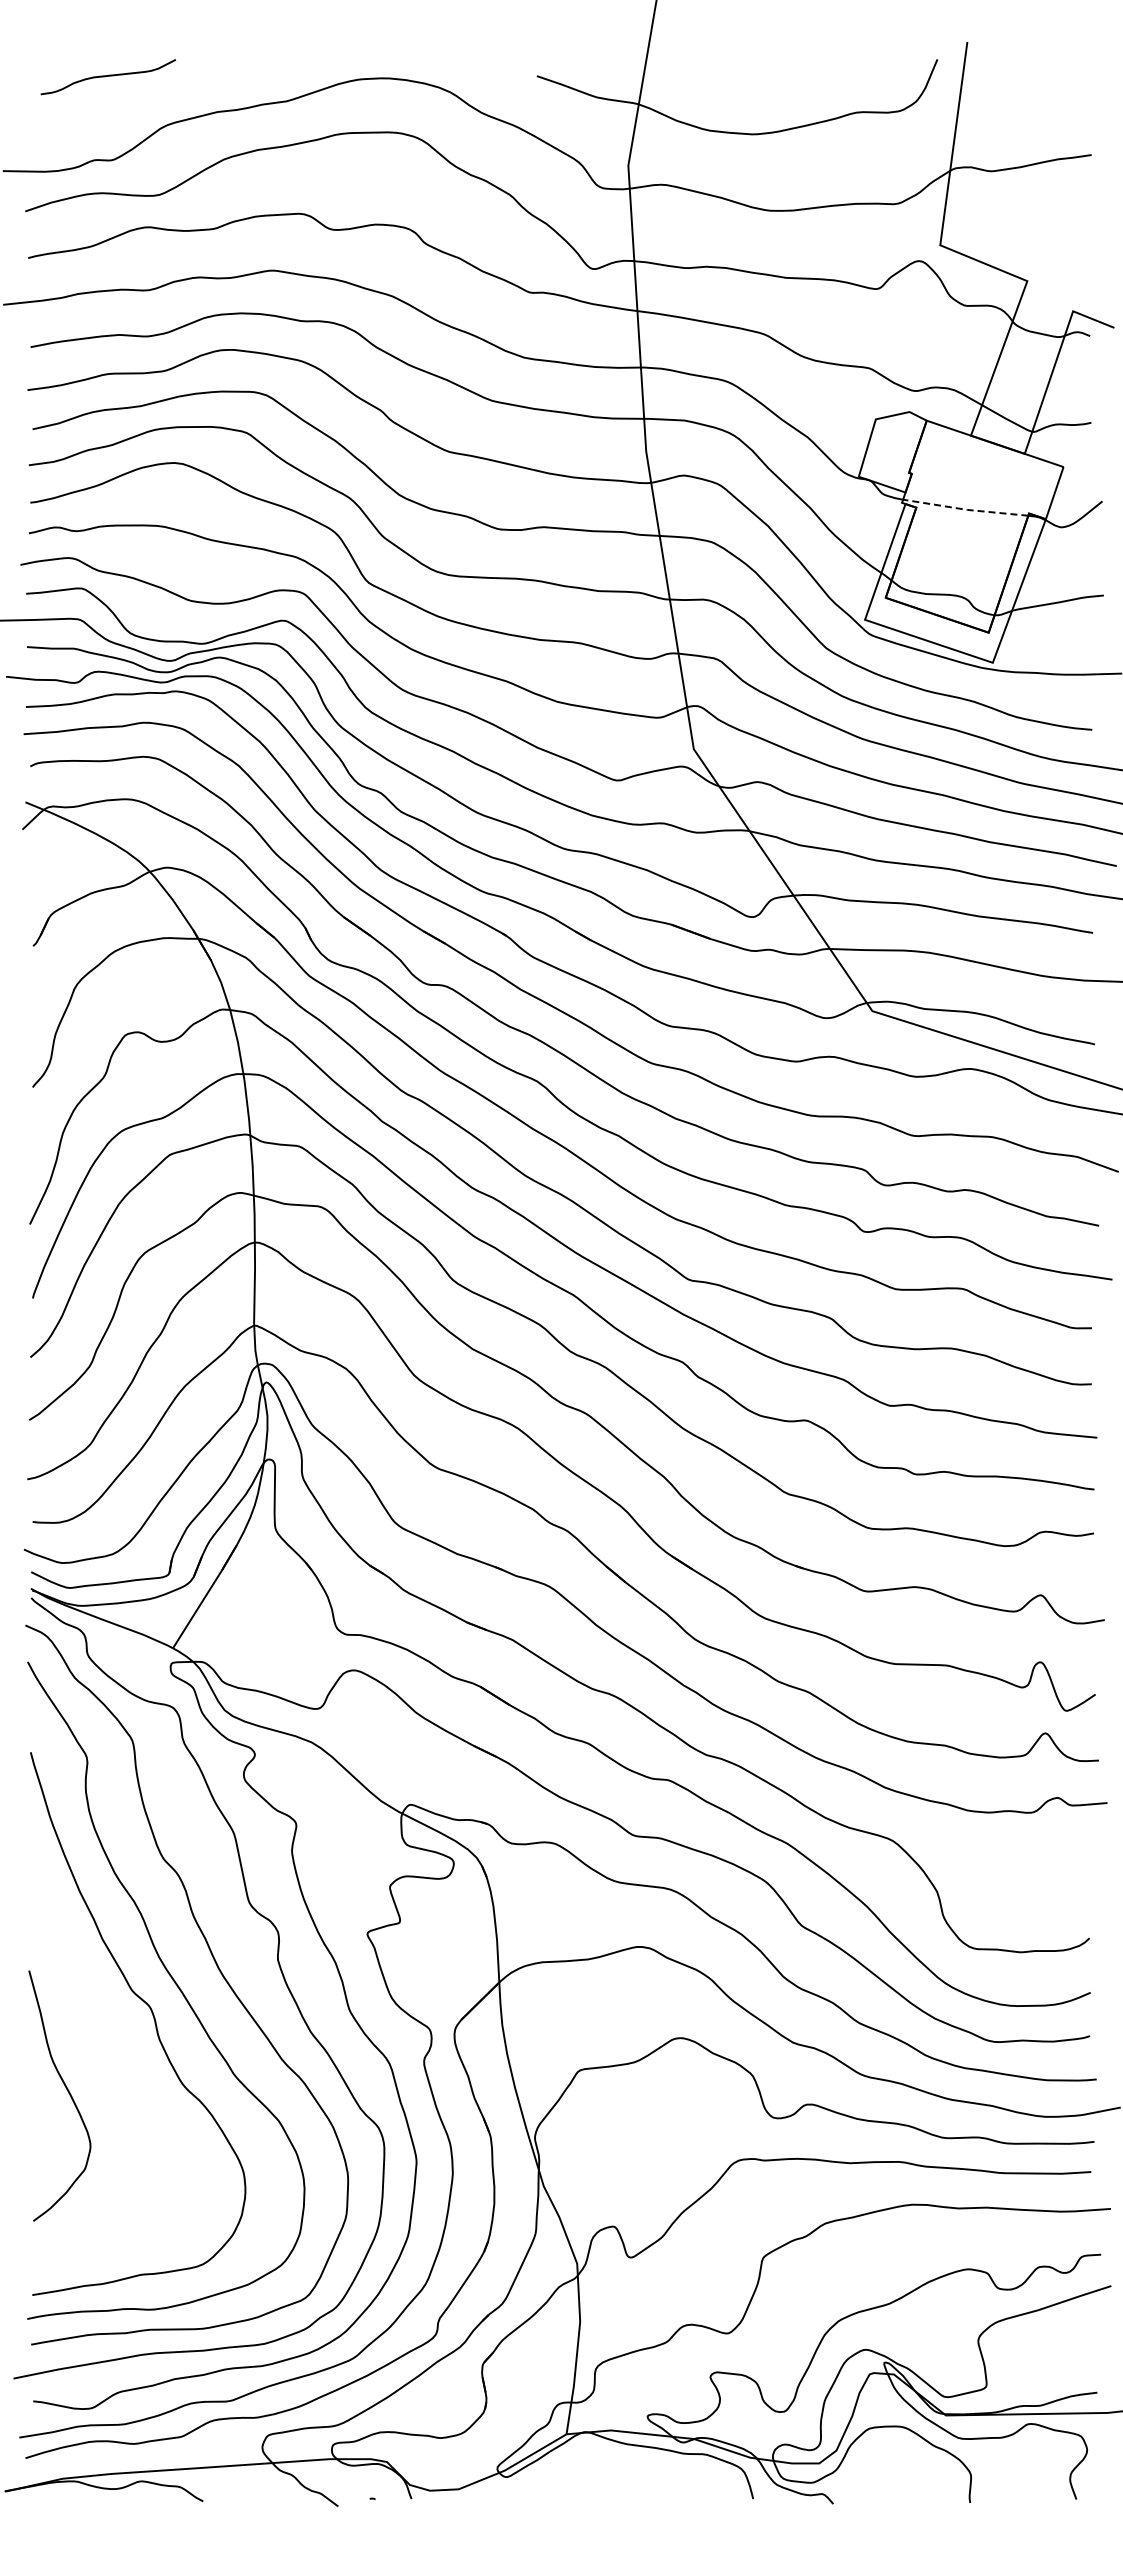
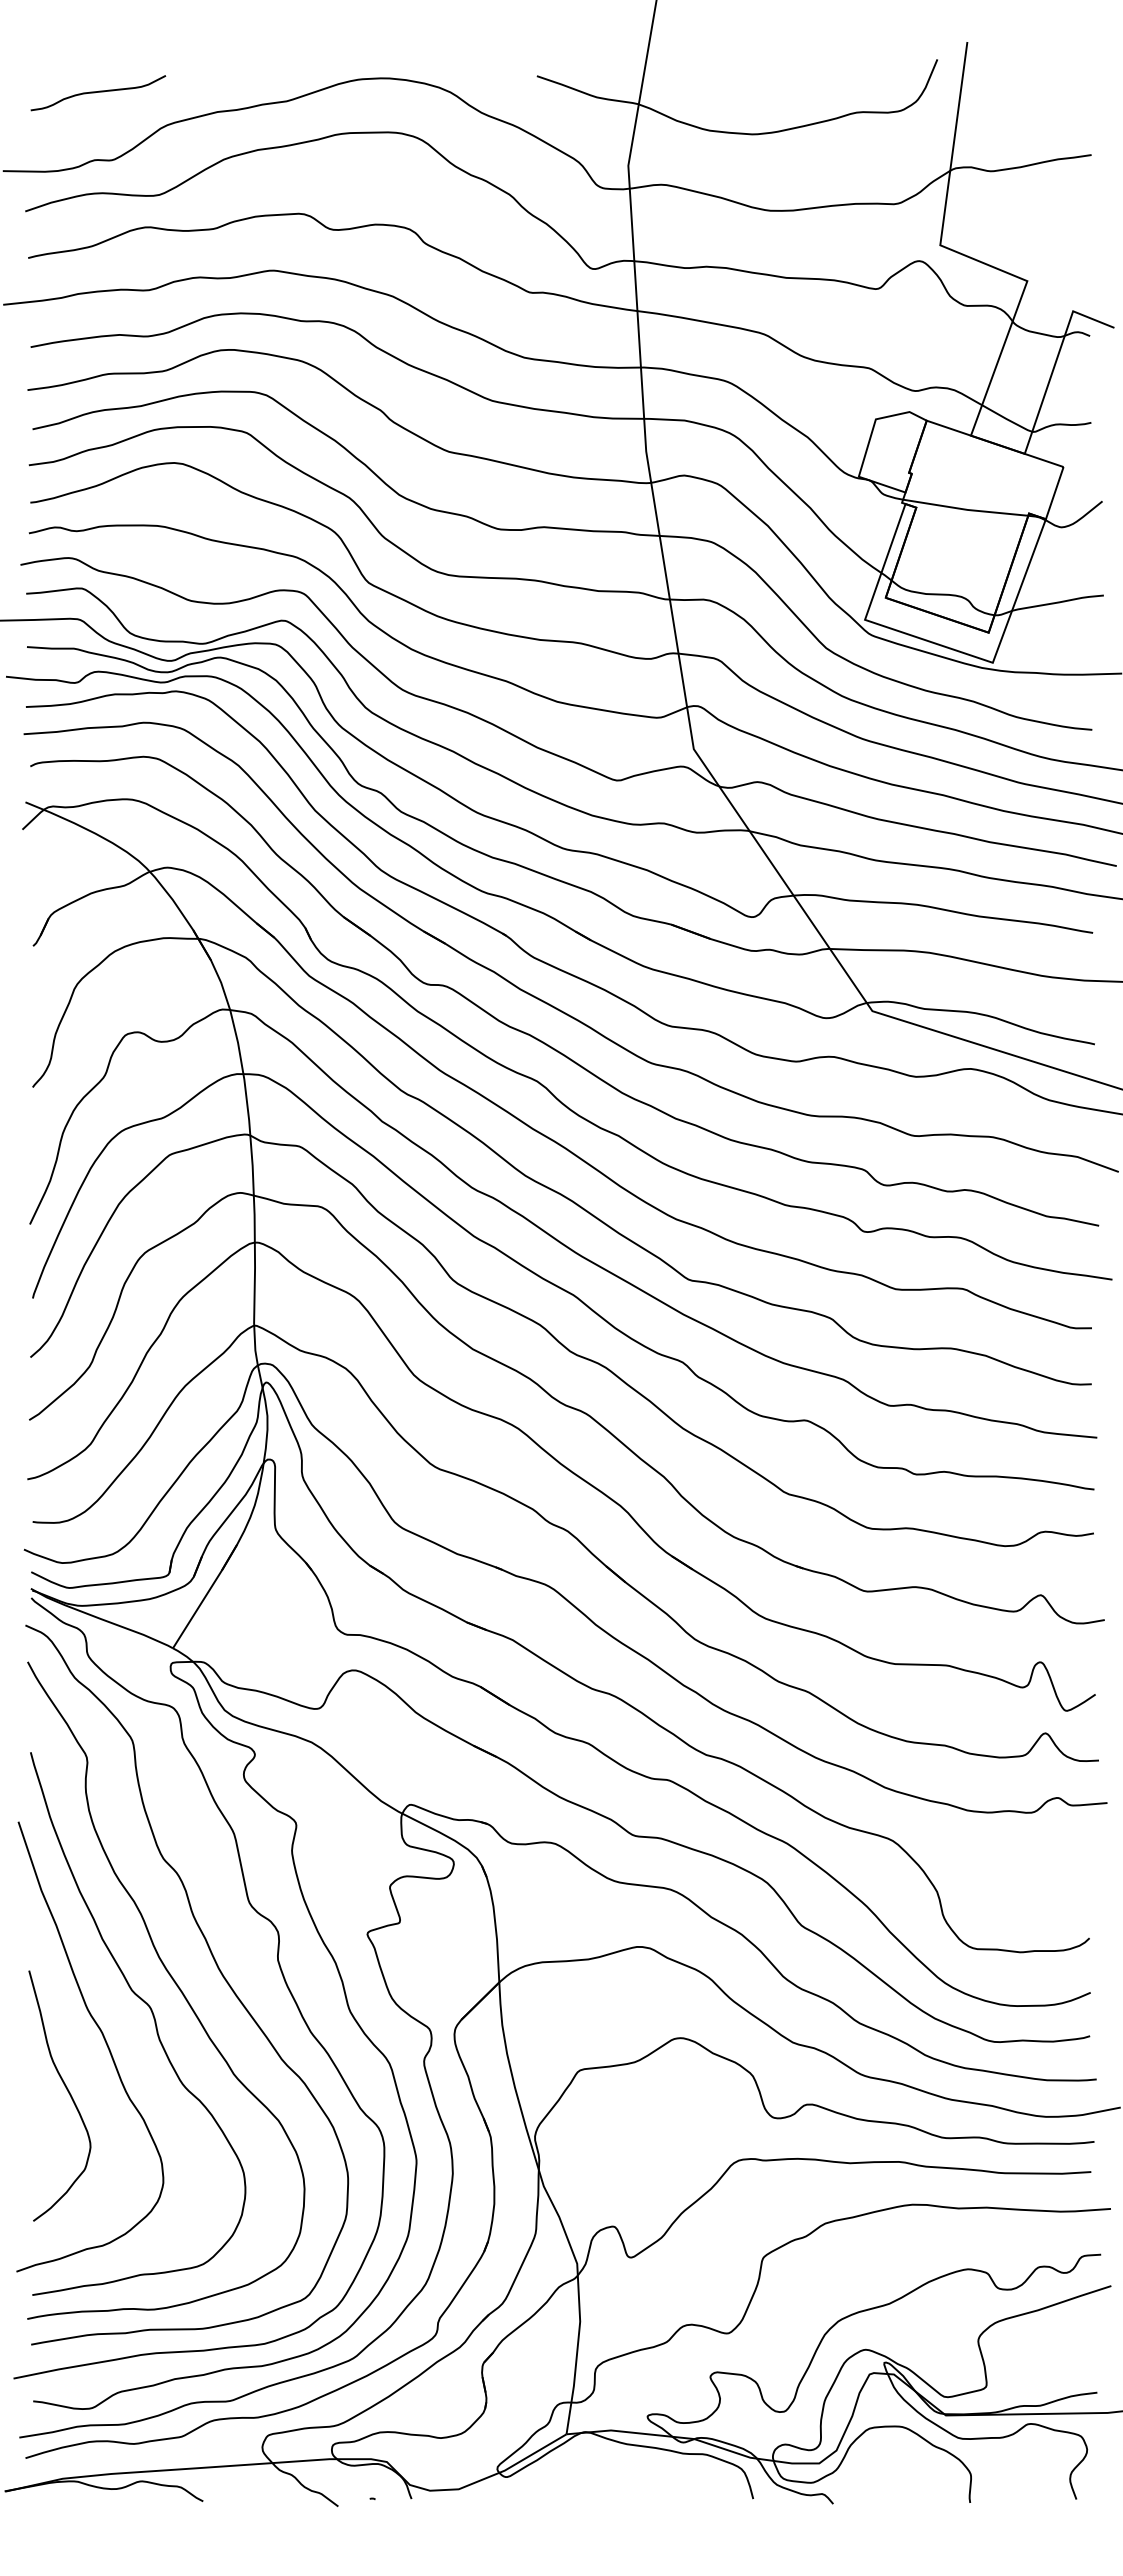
curve at (108, 76) position: (108, 76) -> (98, 92)
line at (965, 509): dashed -> solid
curve at (104, 2041): none -> present
